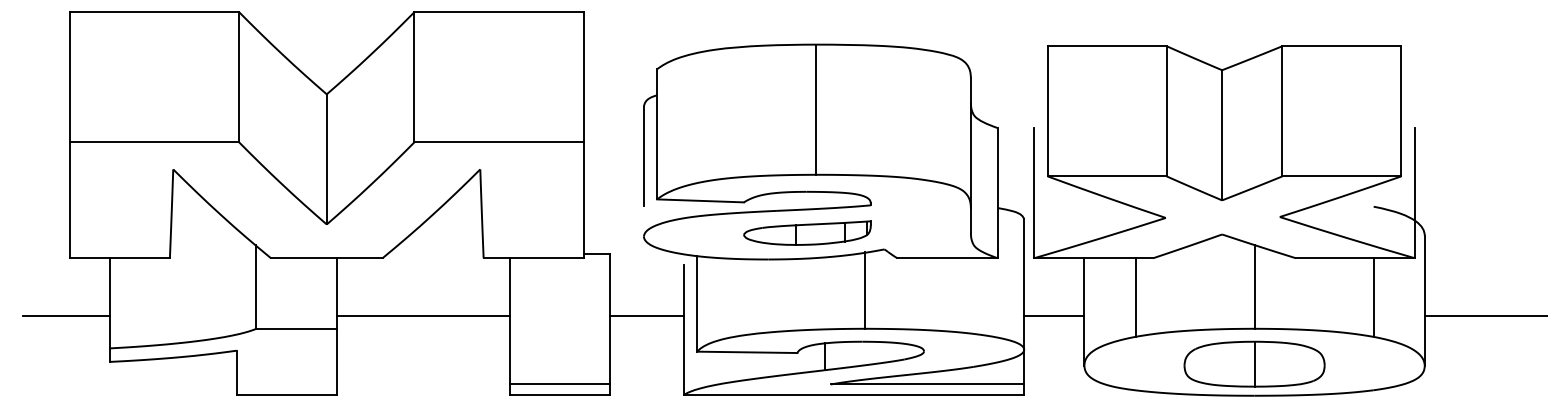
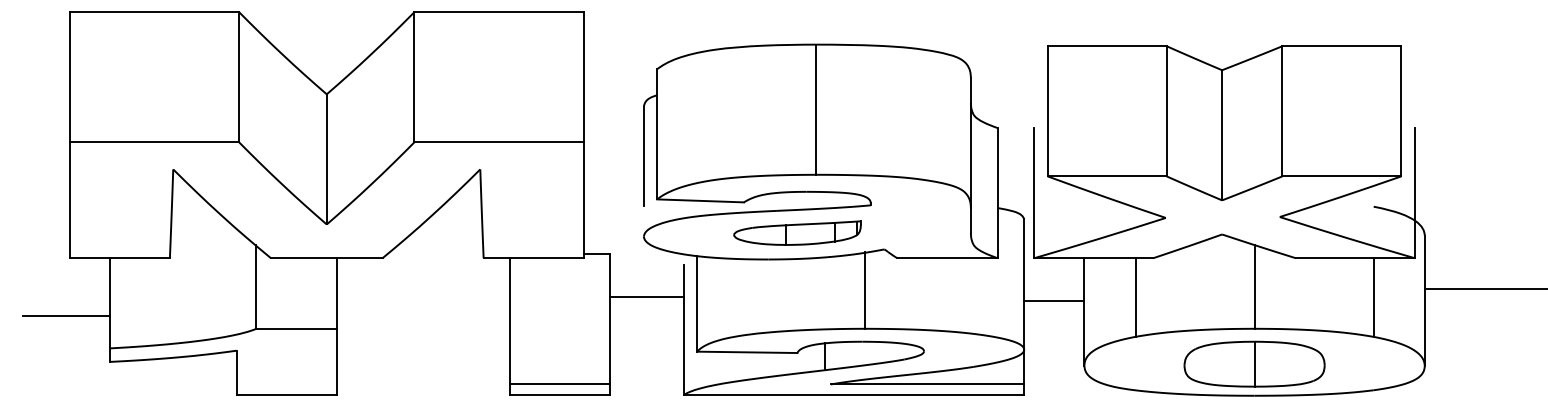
part at (807, 232) position: (807, 232) -> (797, 232)
line at (423, 315): present -> none
line at (646, 315) position: (646, 315) -> (646, 296)
line at (1054, 315) position: (1054, 315) -> (1054, 300)
line at (1484, 315) position: (1484, 315) -> (1484, 288)
